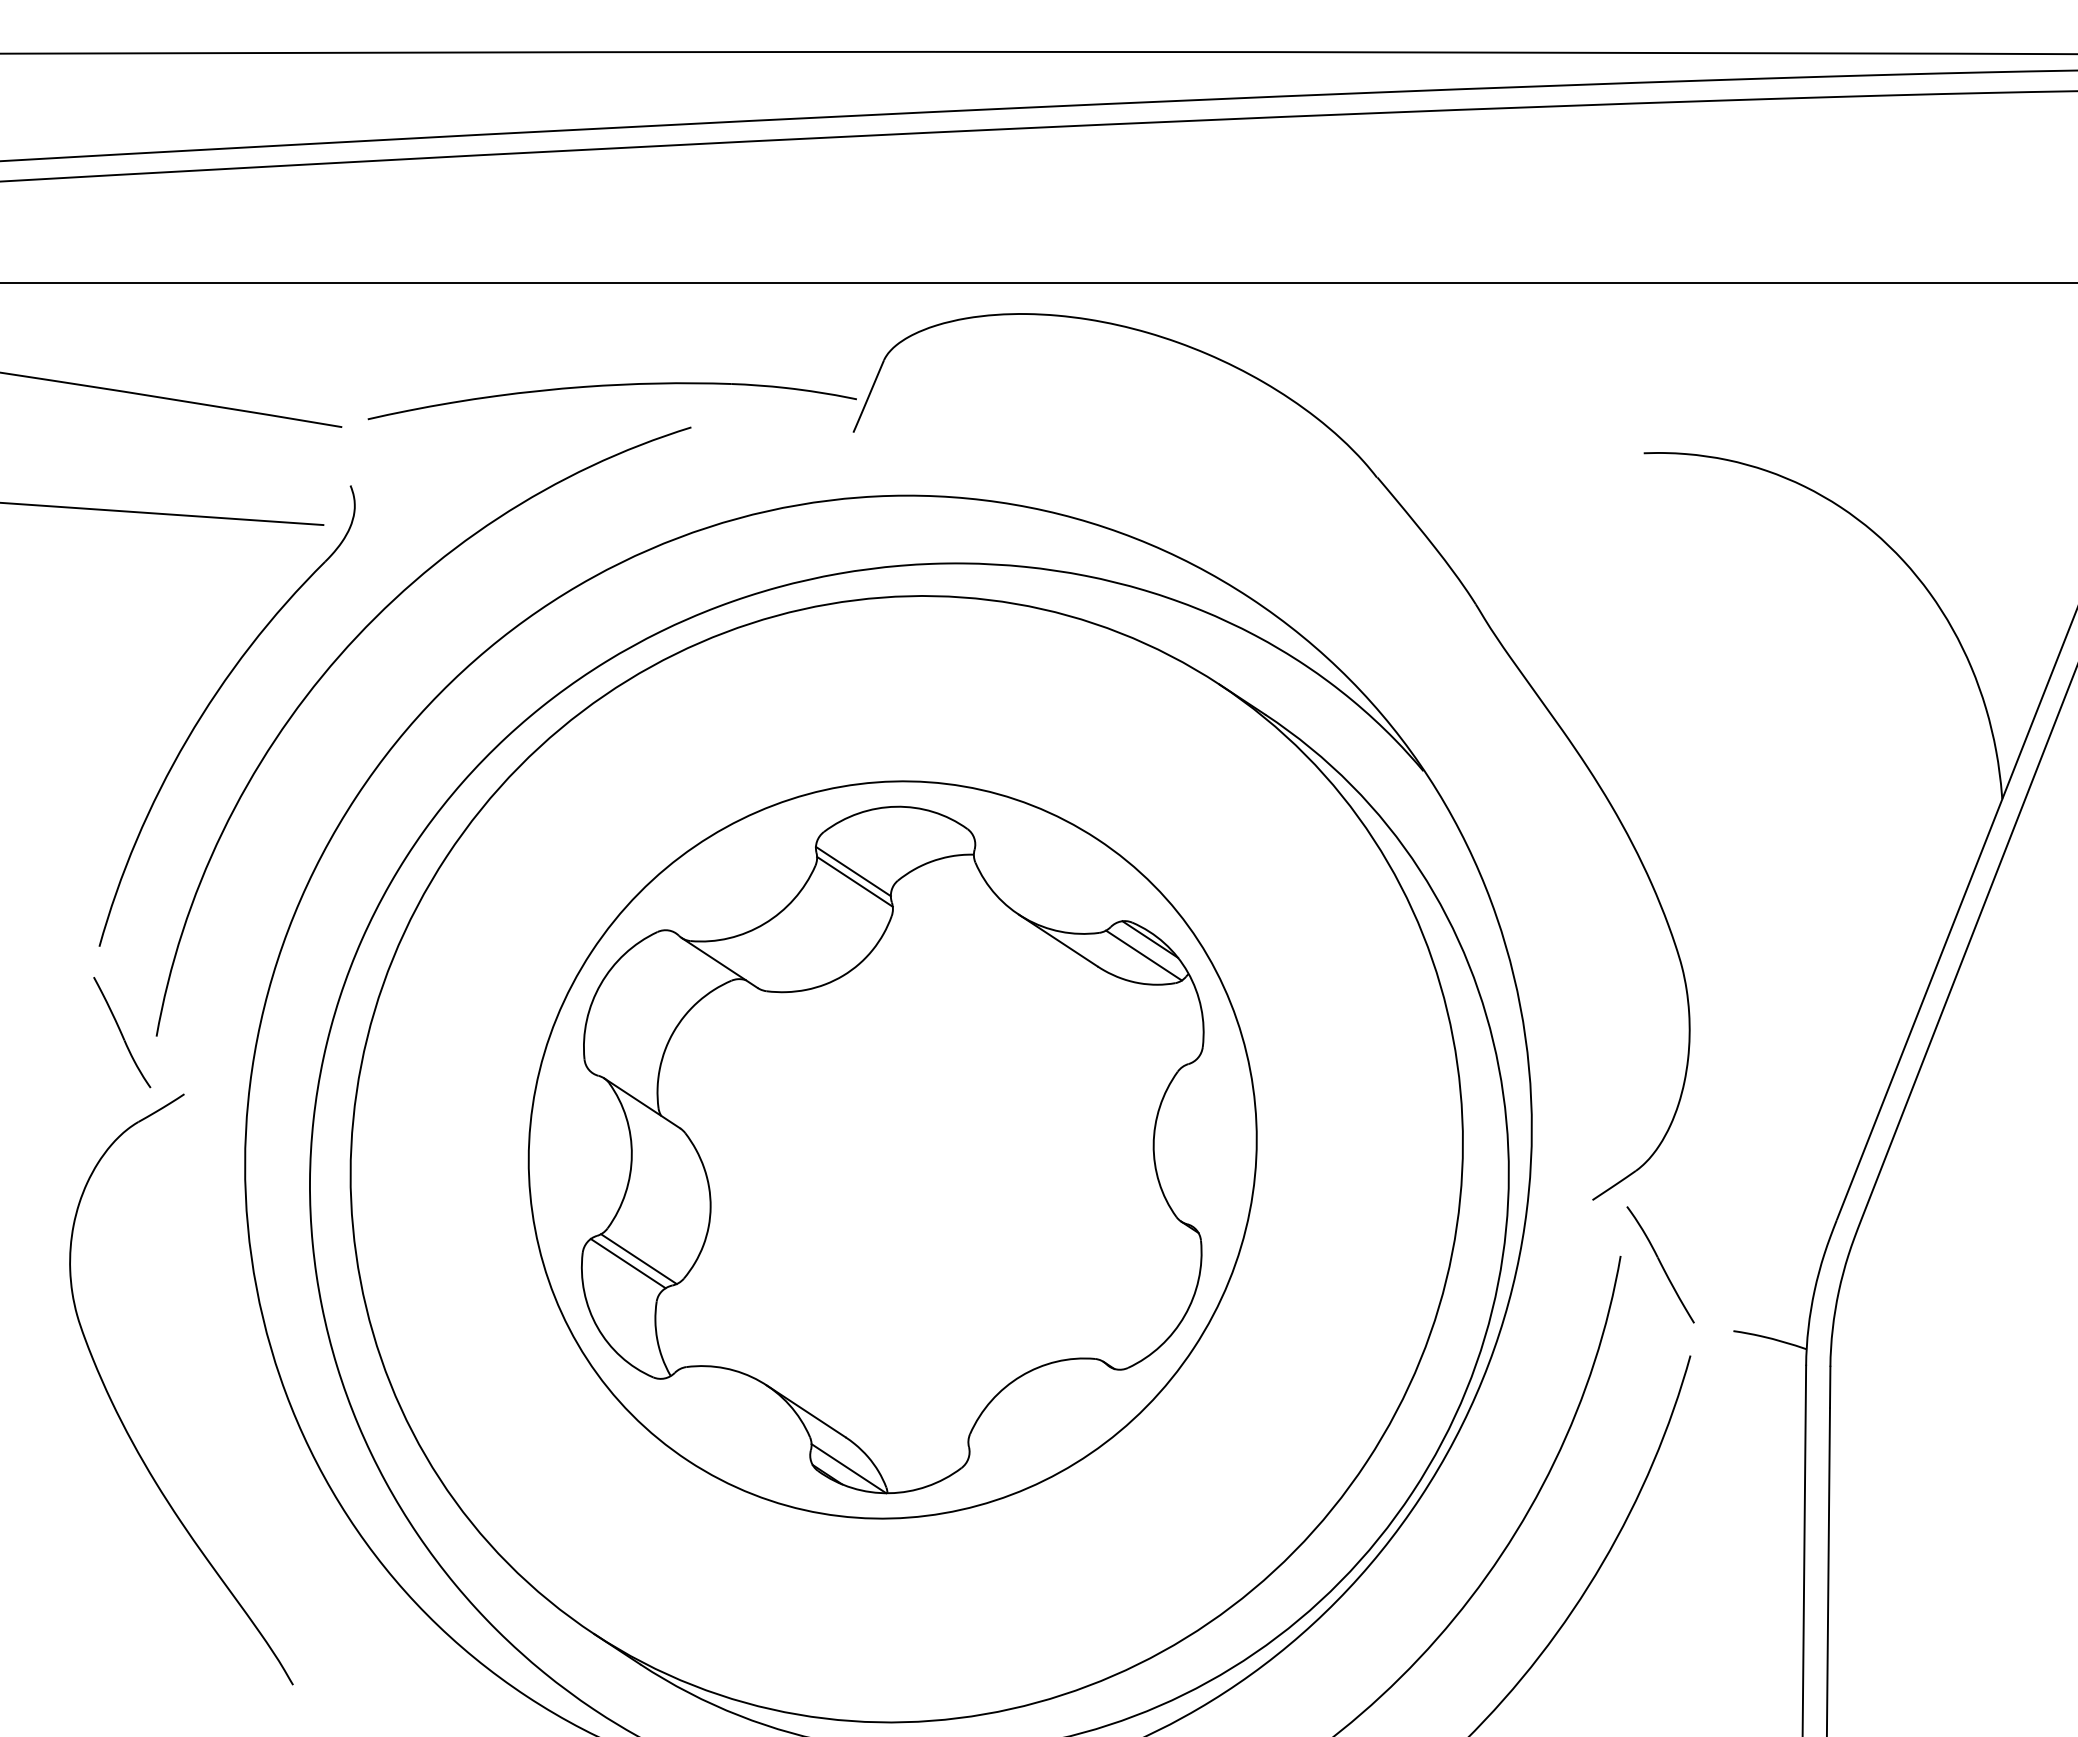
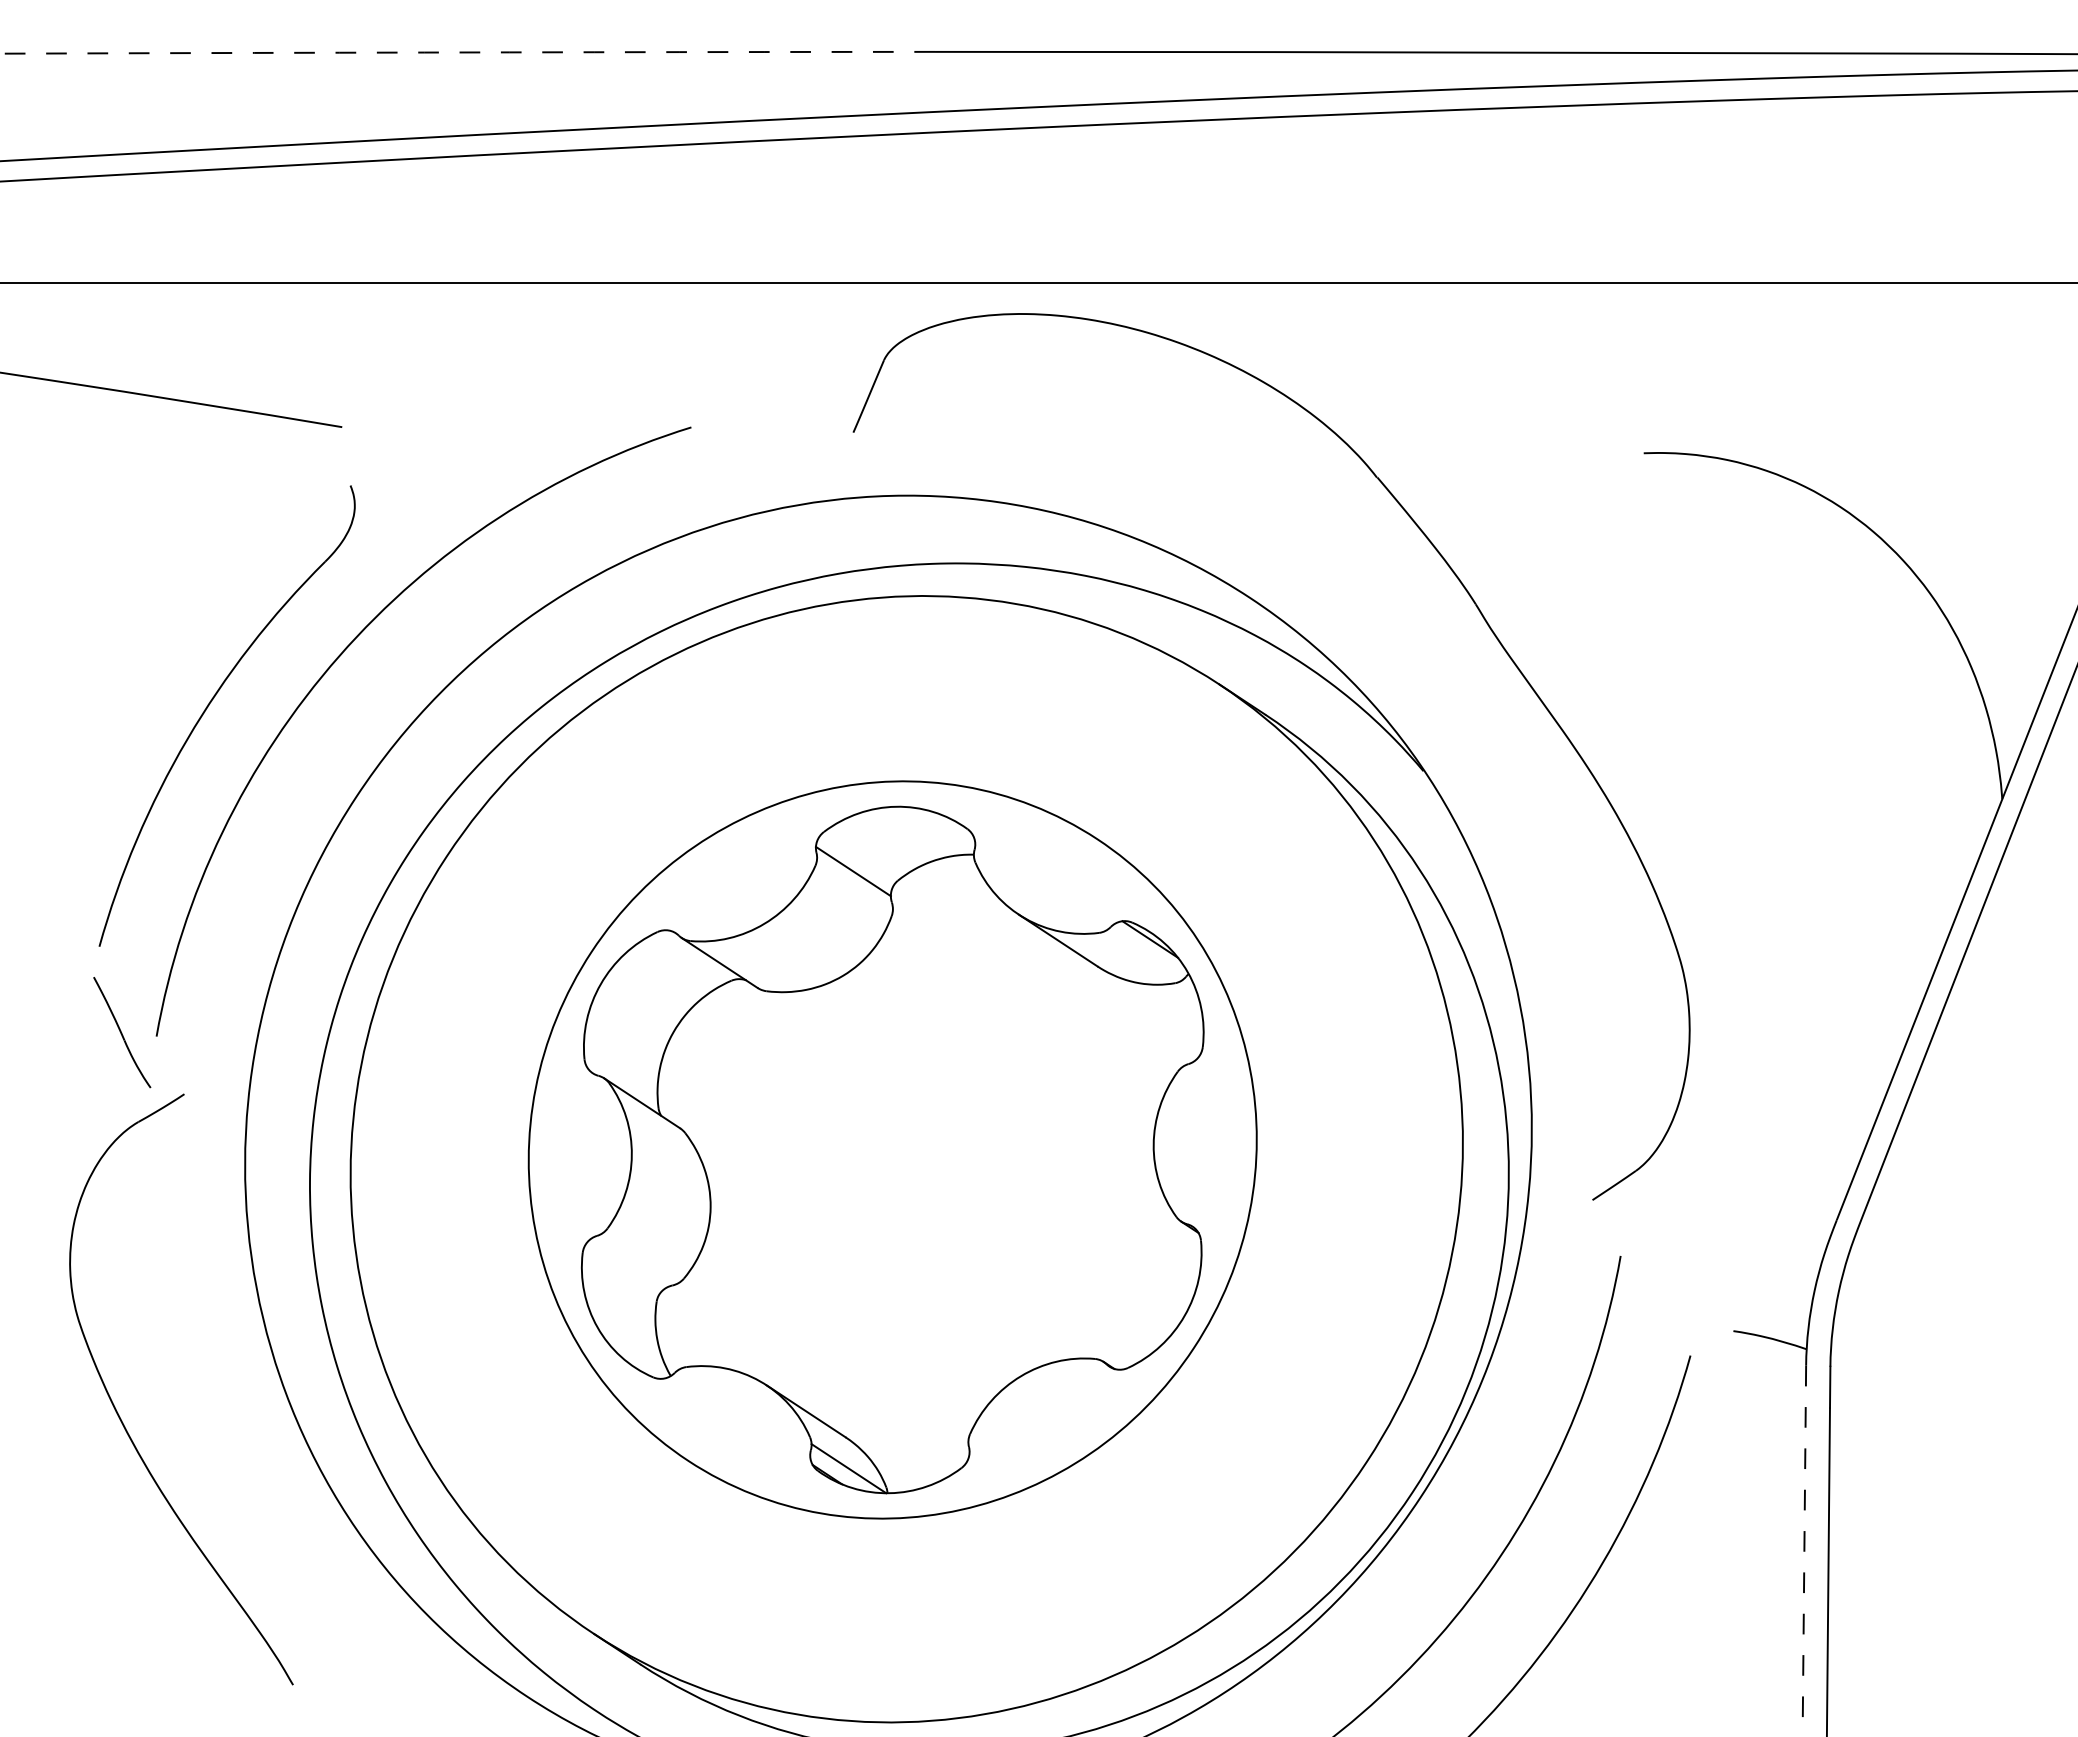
arc at (467, 52): solid -> dashed
part at (611, 386): present -> none
line at (162, 514): present -> none
line at (854, 881): present -> none
line at (1143, 955): present -> none
line at (638, 1259): present -> none
line at (627, 1263): present -> none
part at (1660, 1264): present -> none
line at (1804, 1551): solid -> dashed
